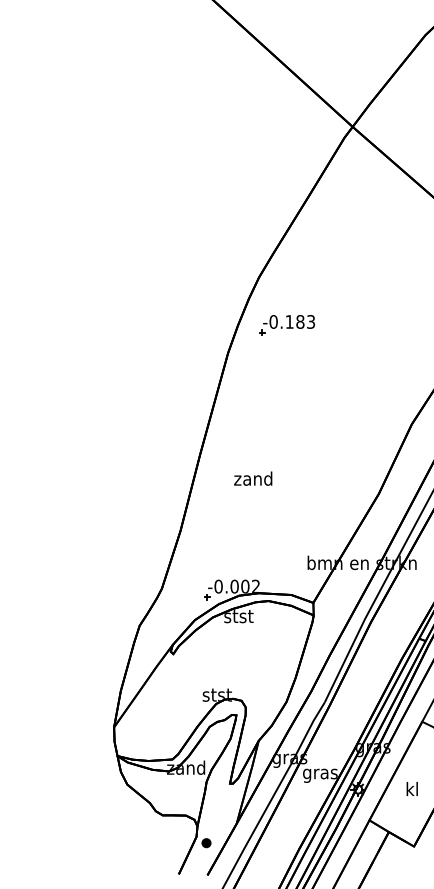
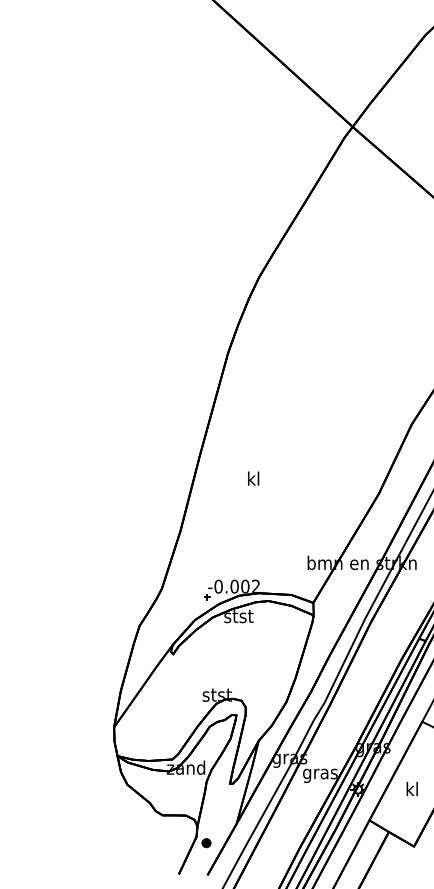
part at (286, 325): present -> none
text at (253, 478): zand -> kl
